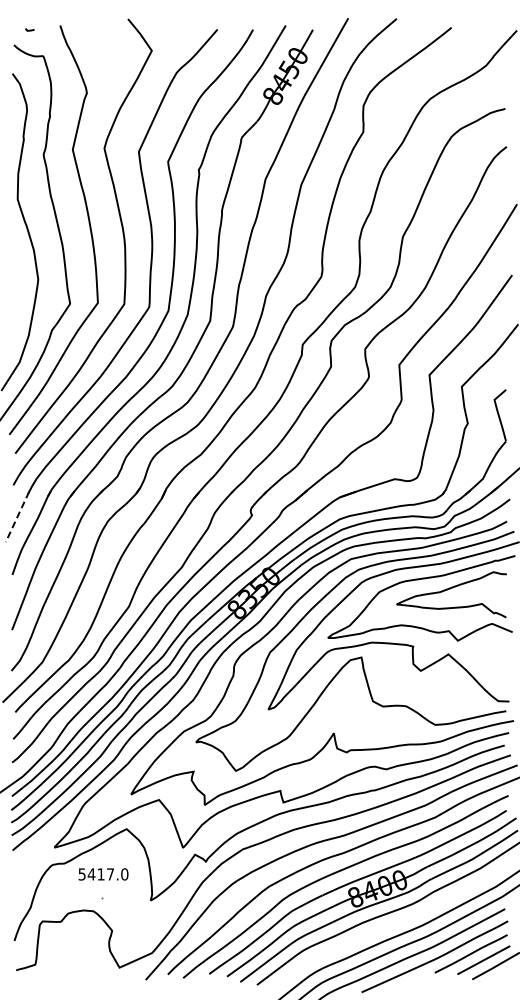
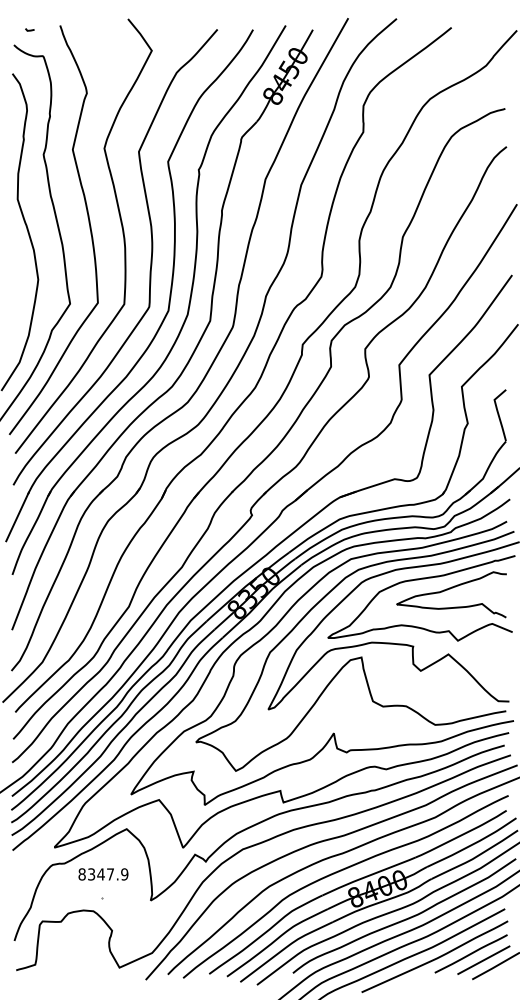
line at (17, 516): dashed -> solid
text at (103, 874): 5417.0 -> 8347.9
curve at (405, 918): none -> present
